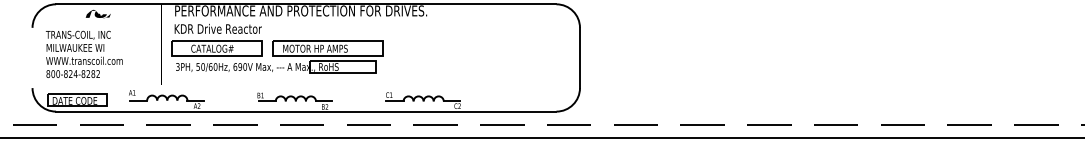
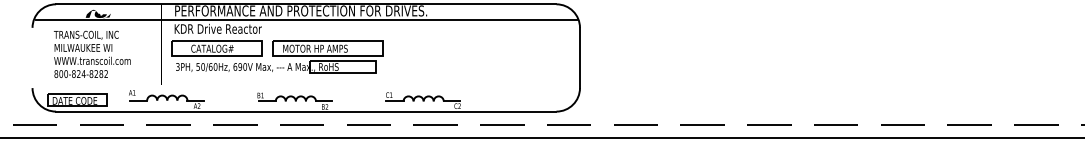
line at (306, 19): none -> present
text at (84, 53) position: (84, 53) -> (92, 53)
